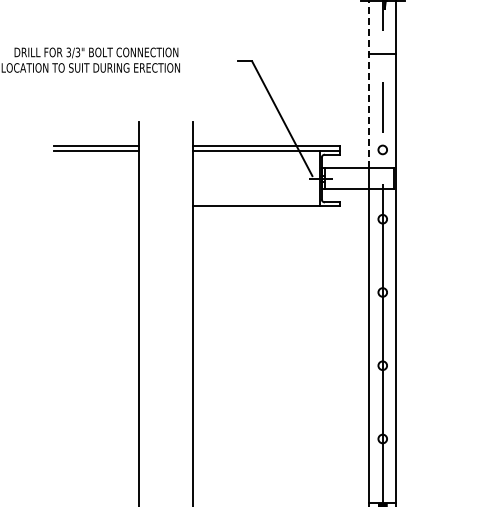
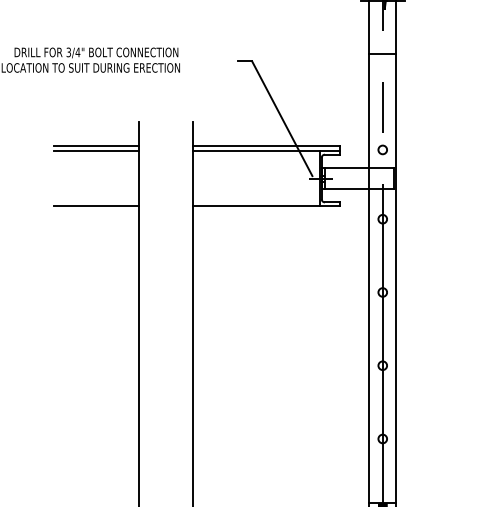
text at (77, 52): 3/3" -> 3/4"
line at (369, 84): dashed -> solid
line at (96, 205): none -> present
